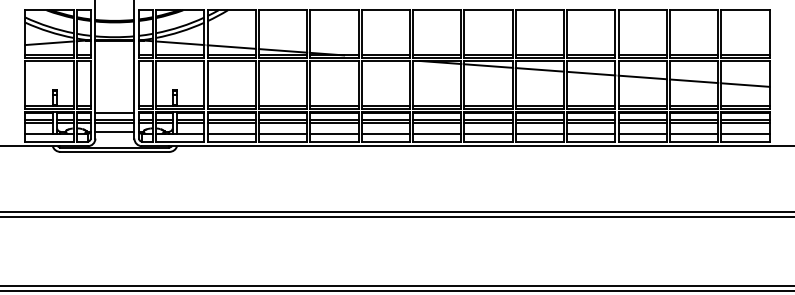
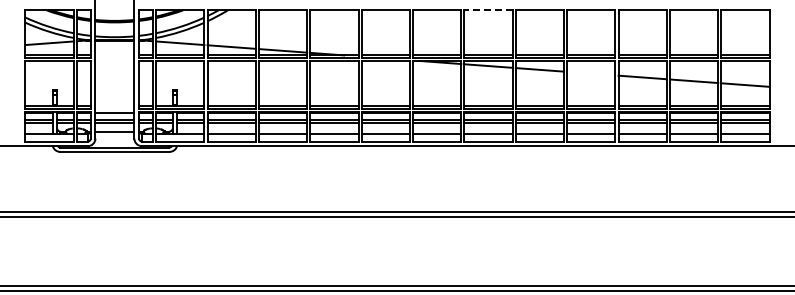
line at (488, 10): solid -> dashed
line at (591, 73): present -> none
